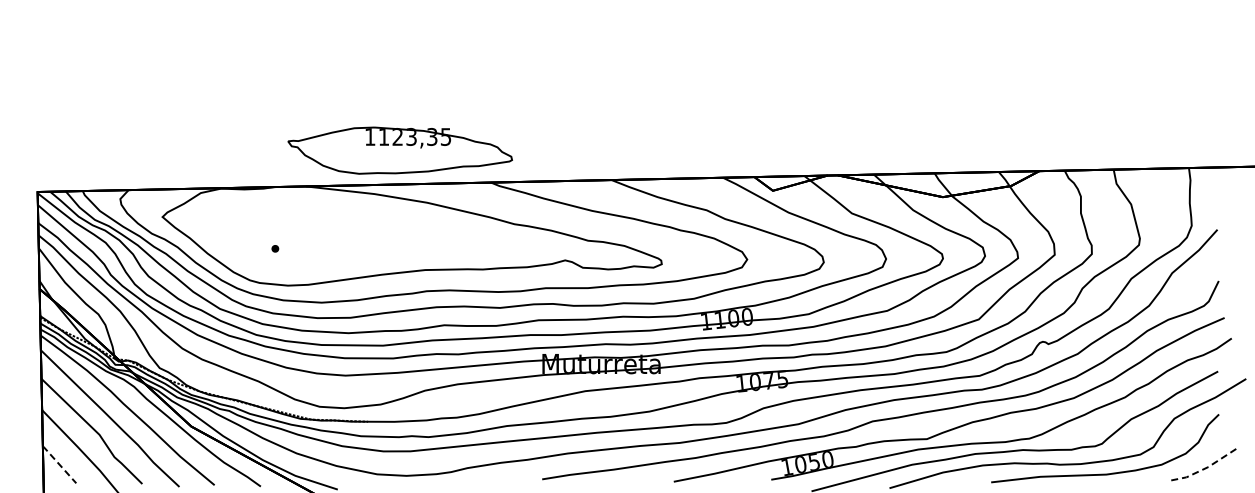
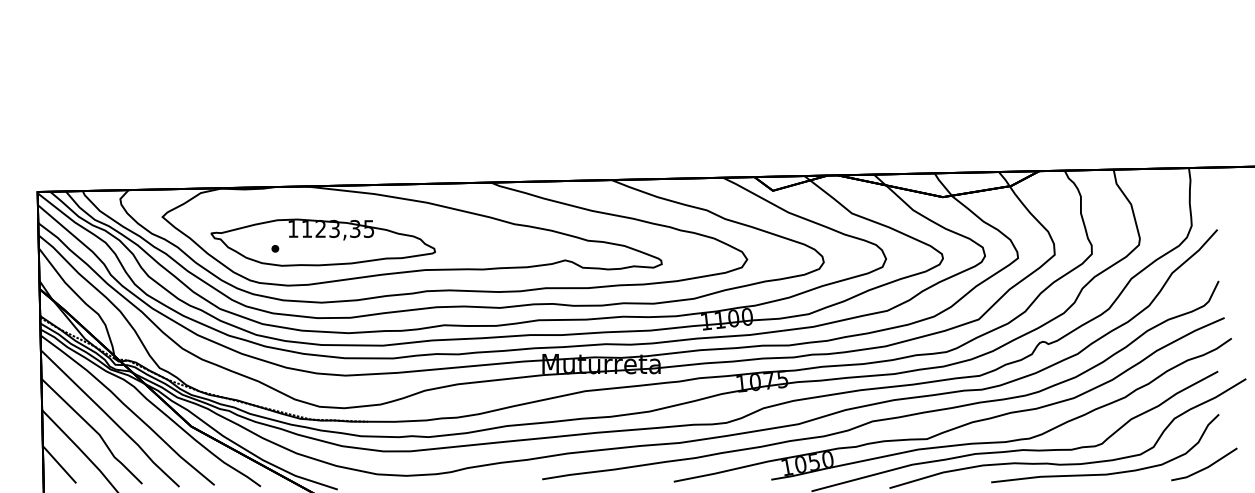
part at (399, 150) position: (399, 150) -> (322, 242)
line at (59, 464): dashed -> solid
line at (1206, 468): dashed -> solid
